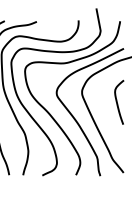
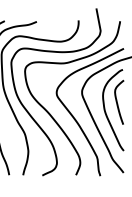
curve at (106, 112): none -> present
